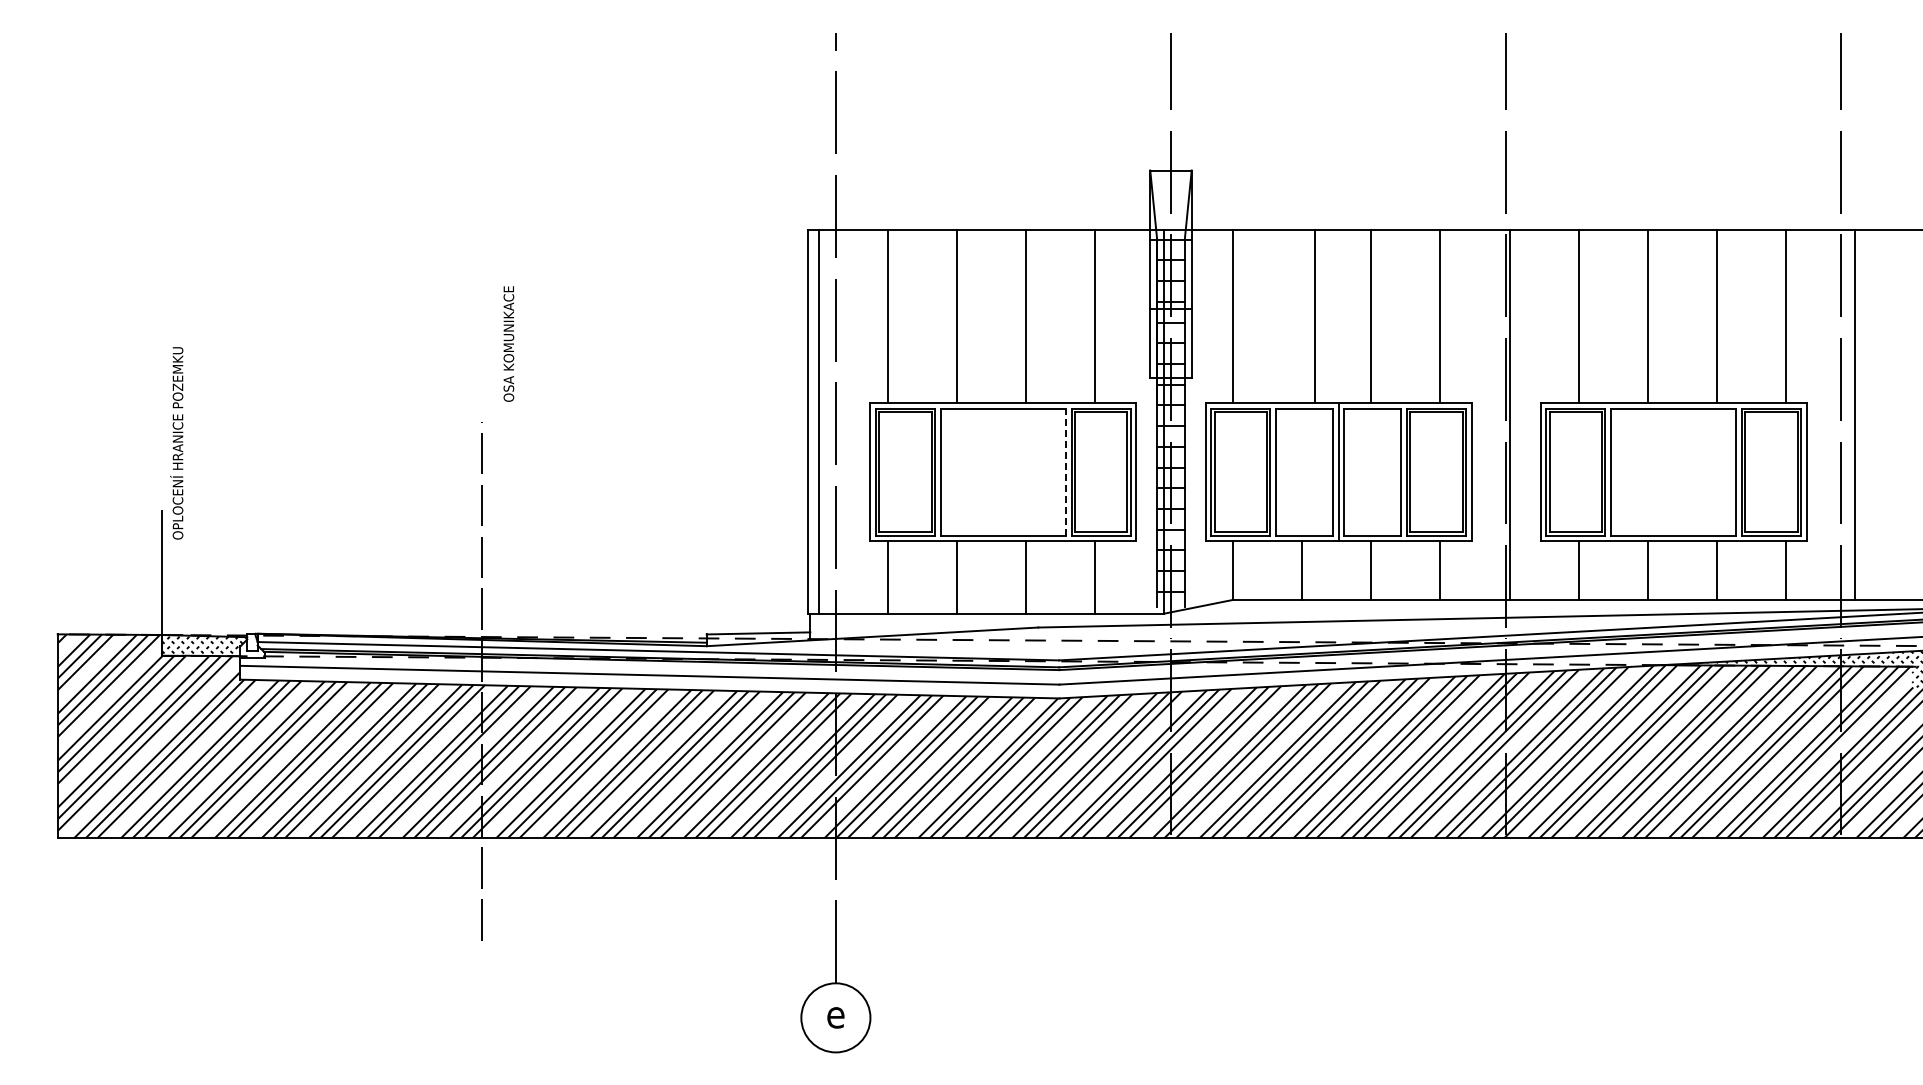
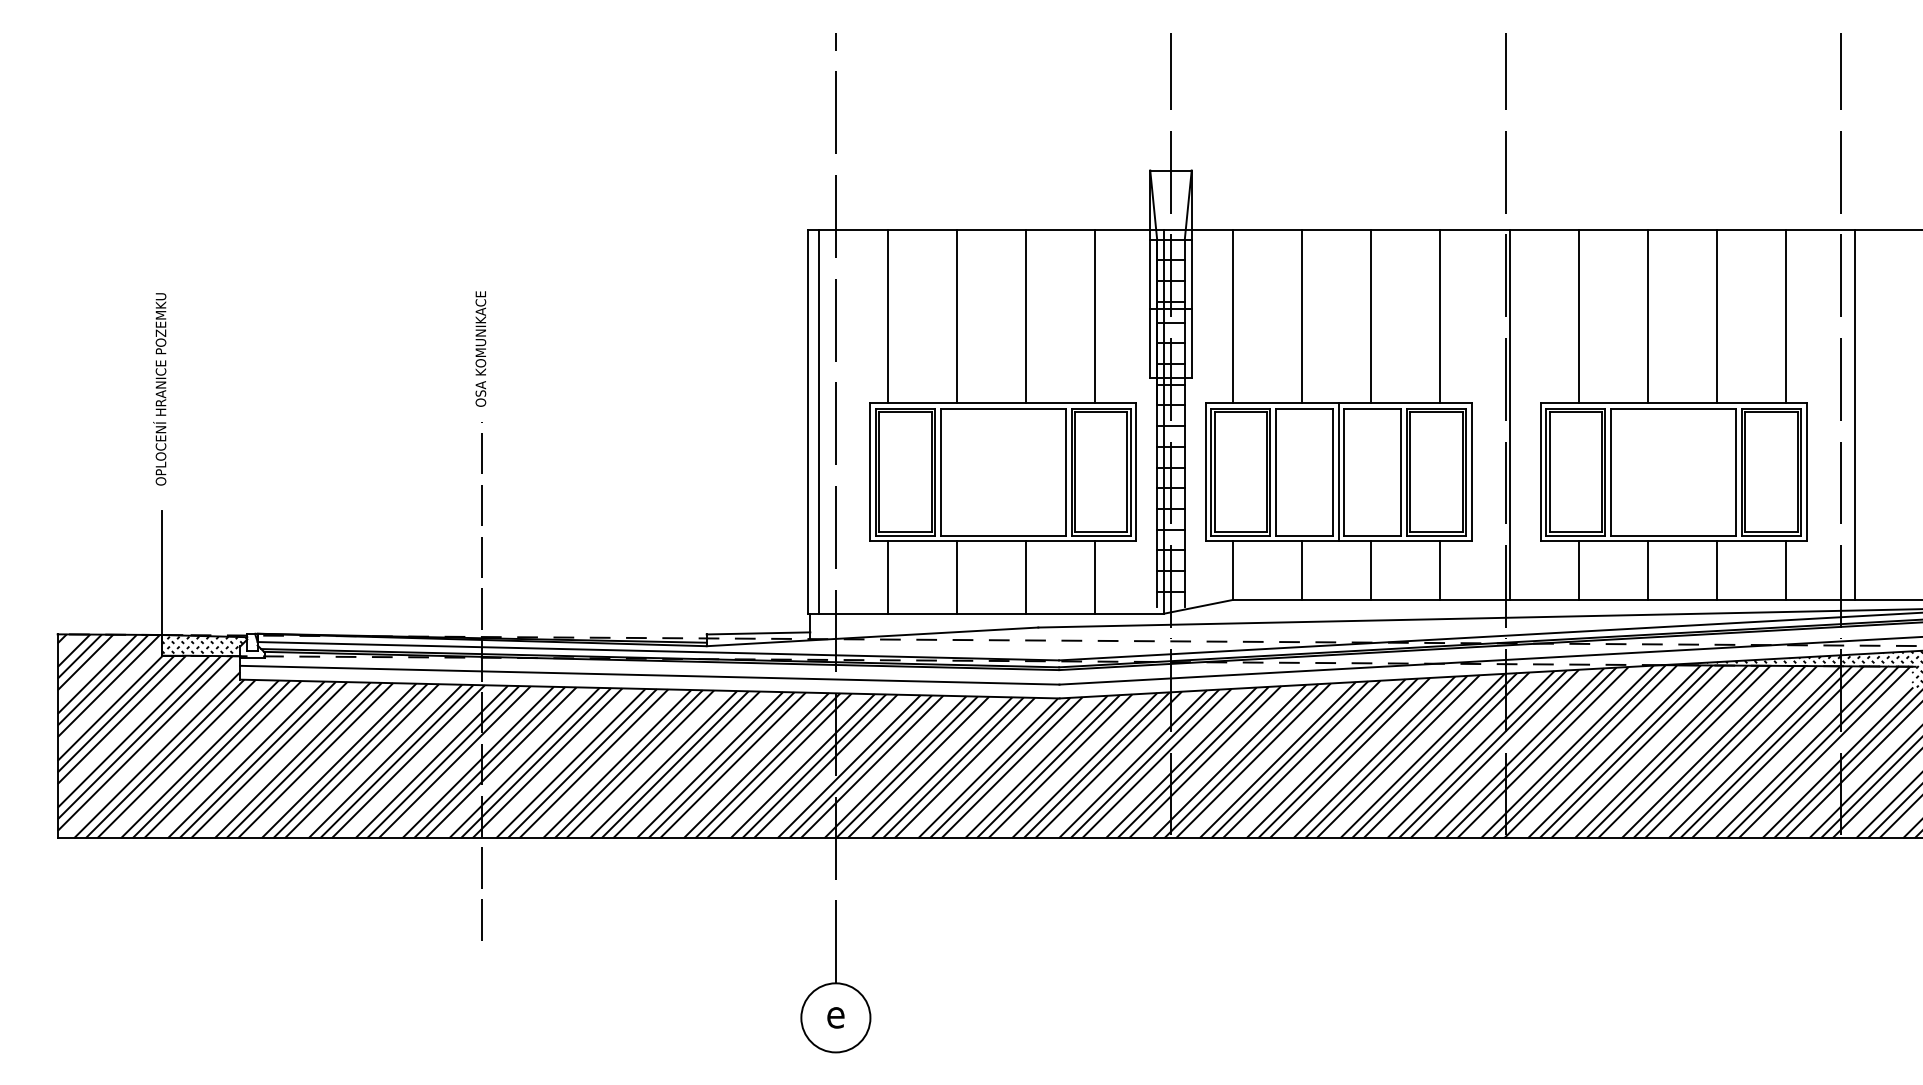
line at (1315, 316) position: (1315, 316) -> (1302, 316)
text at (508, 343) position: (508, 343) -> (480, 348)
text at (176, 443) position: (176, 443) -> (159, 389)
line at (1066, 472): dashed -> solid
